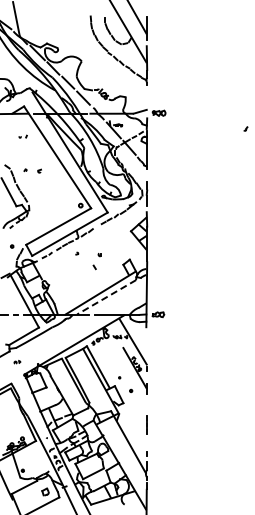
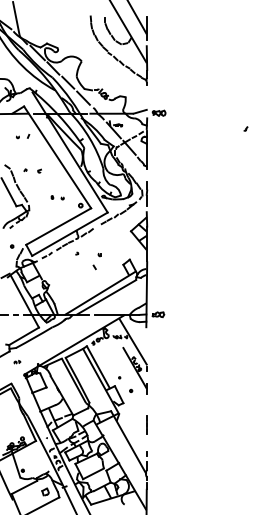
part at (22, 136) size: 10x5 px -> 15x6 px
part at (57, 197): none -> present
line at (106, 297): dashed -> solid
